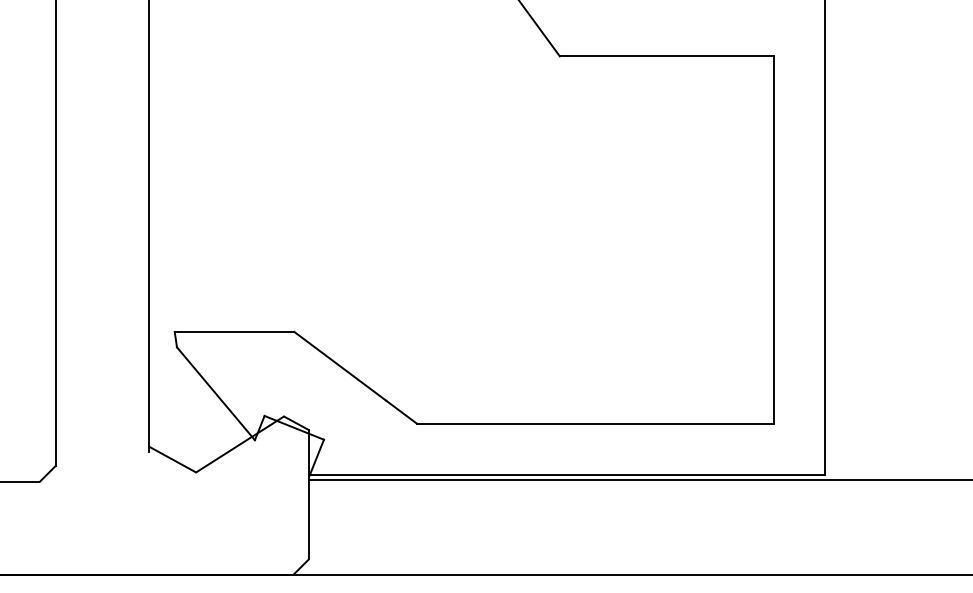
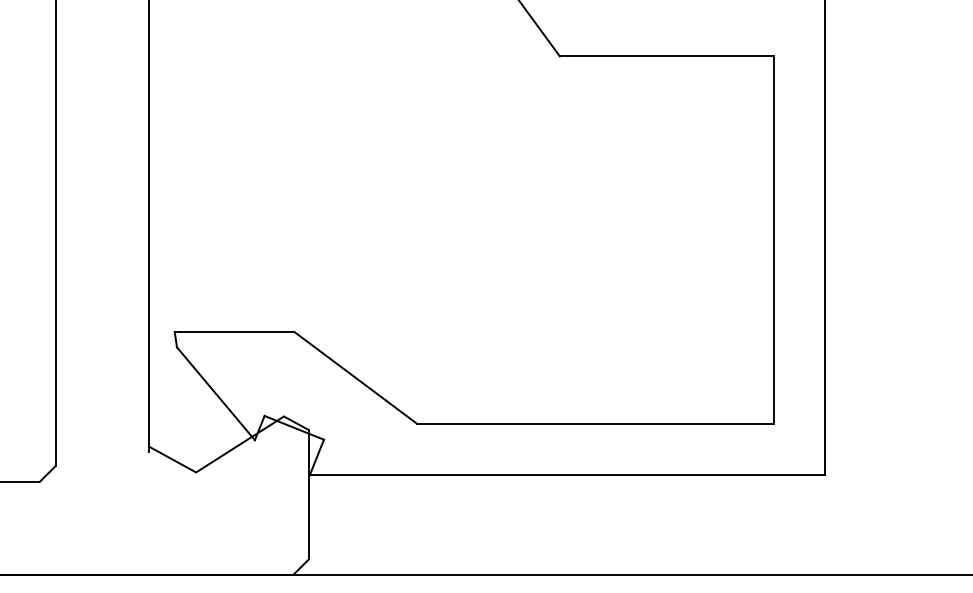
line at (639, 480): present -> none
